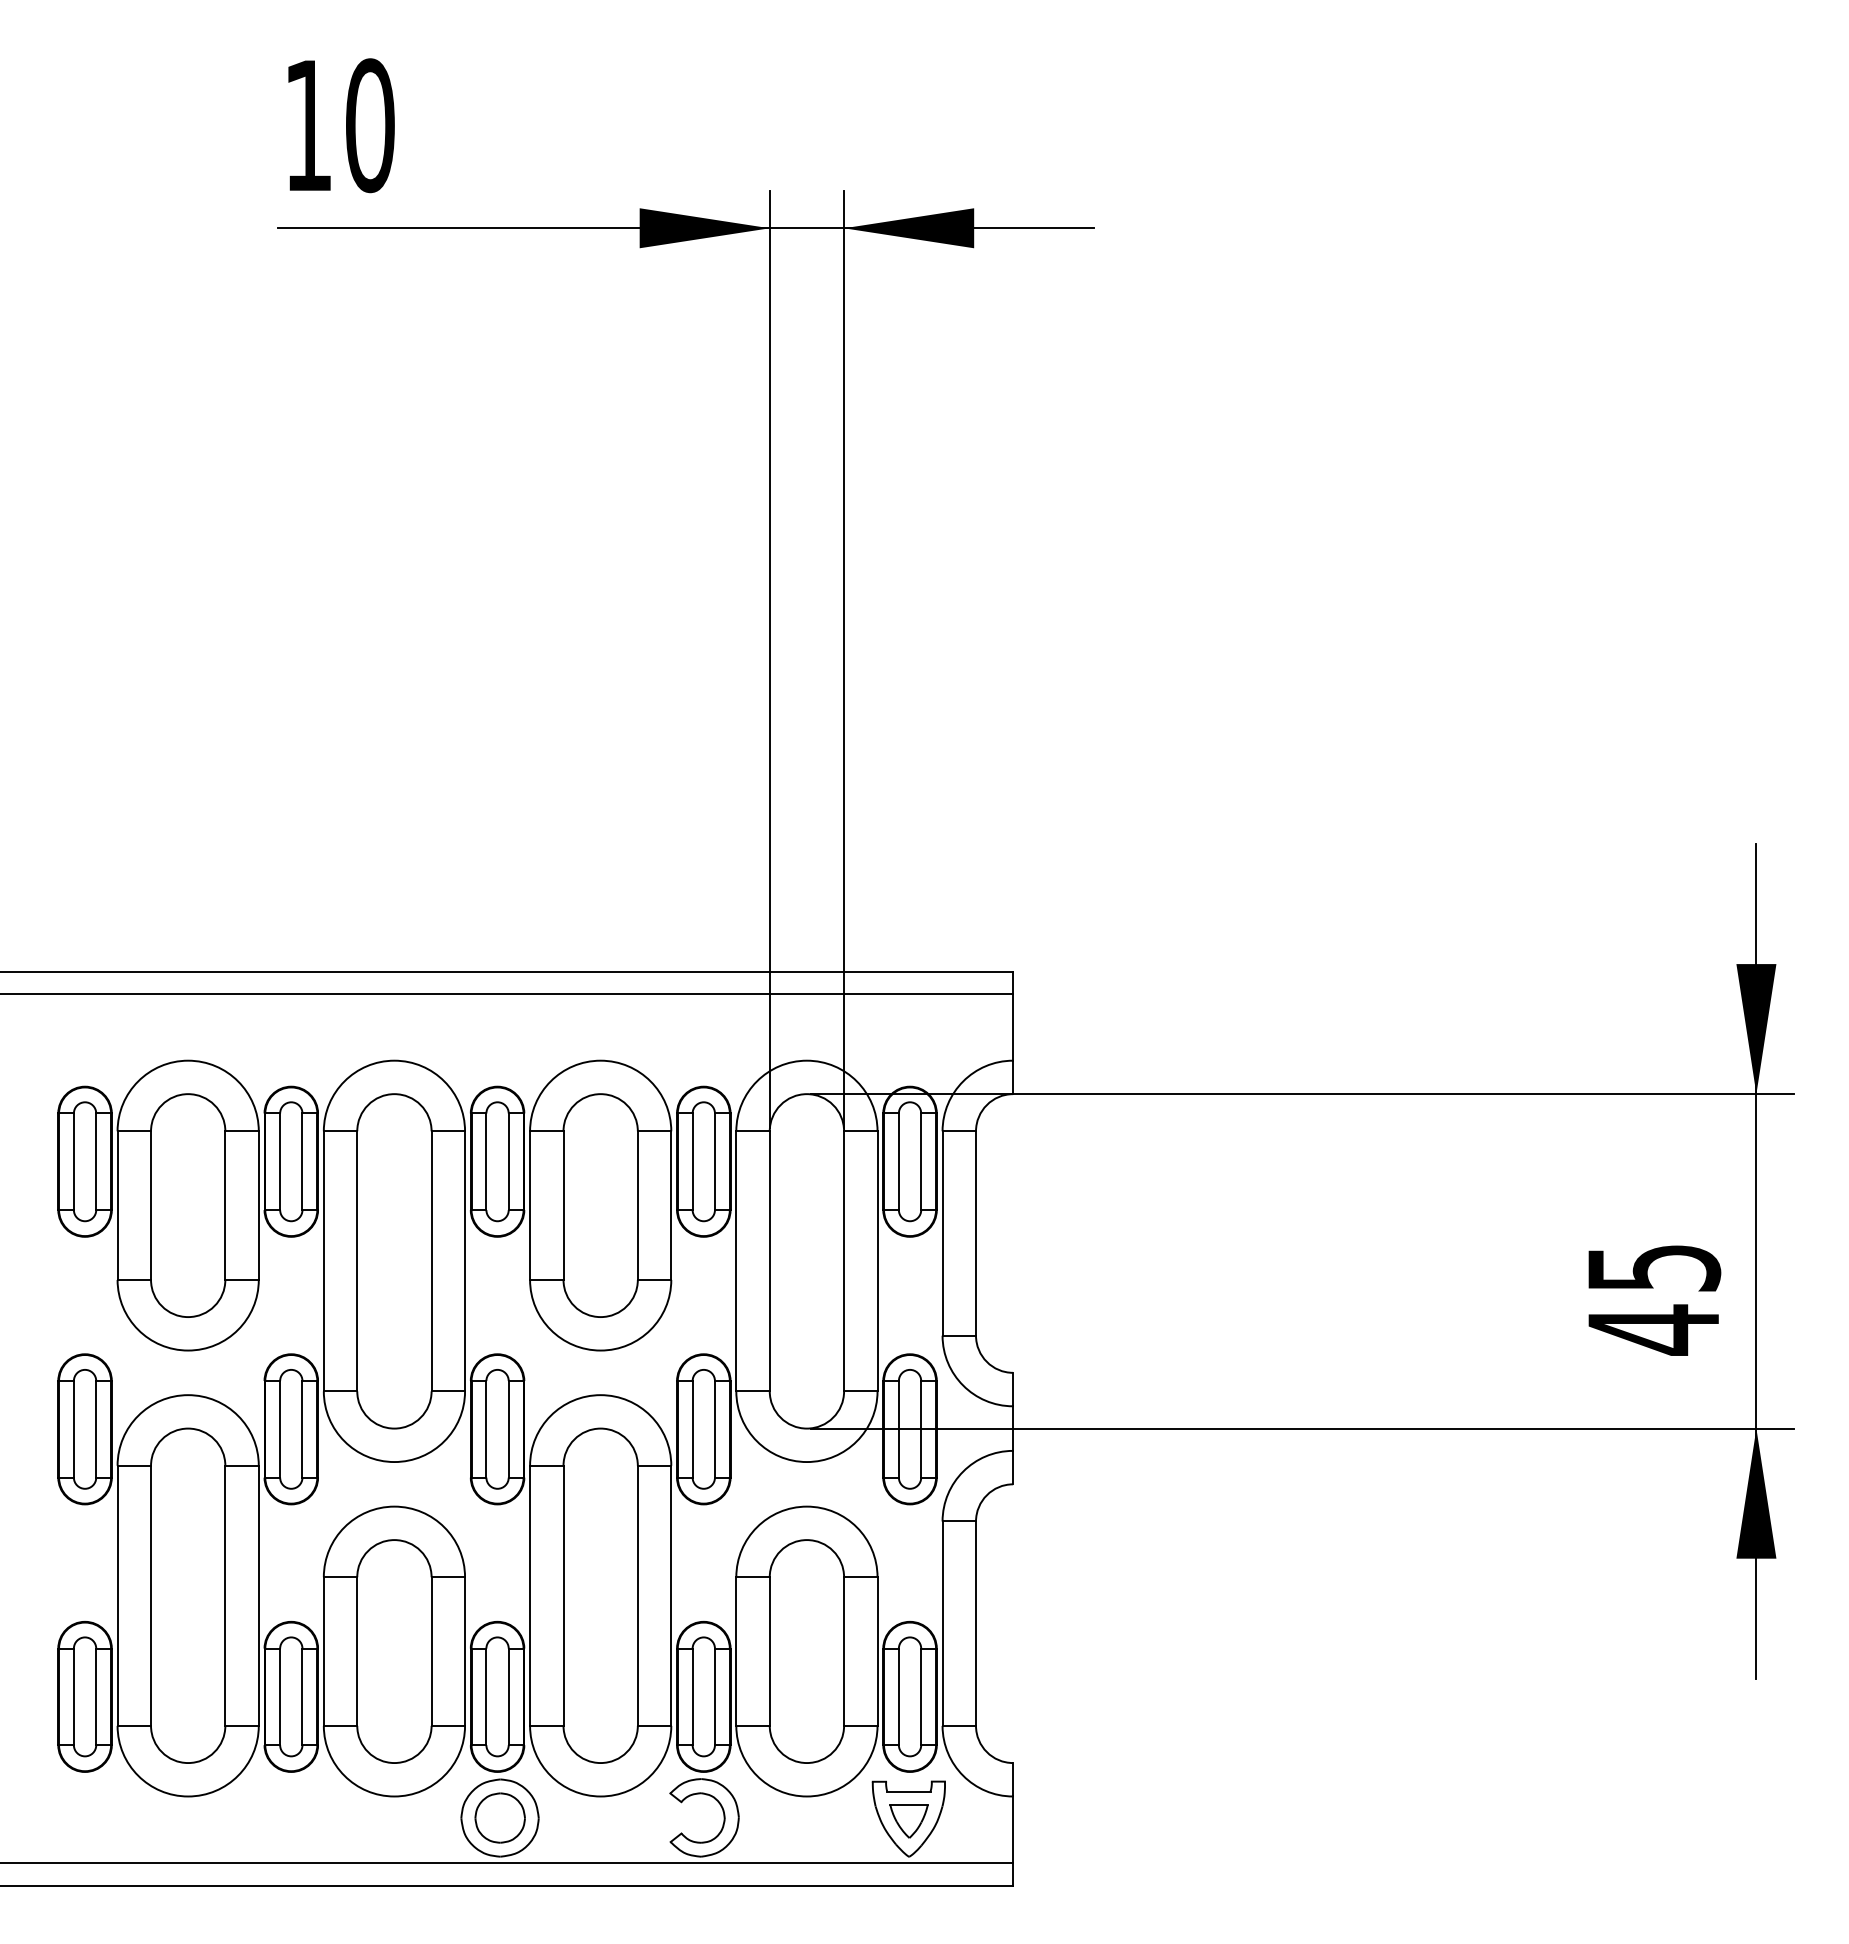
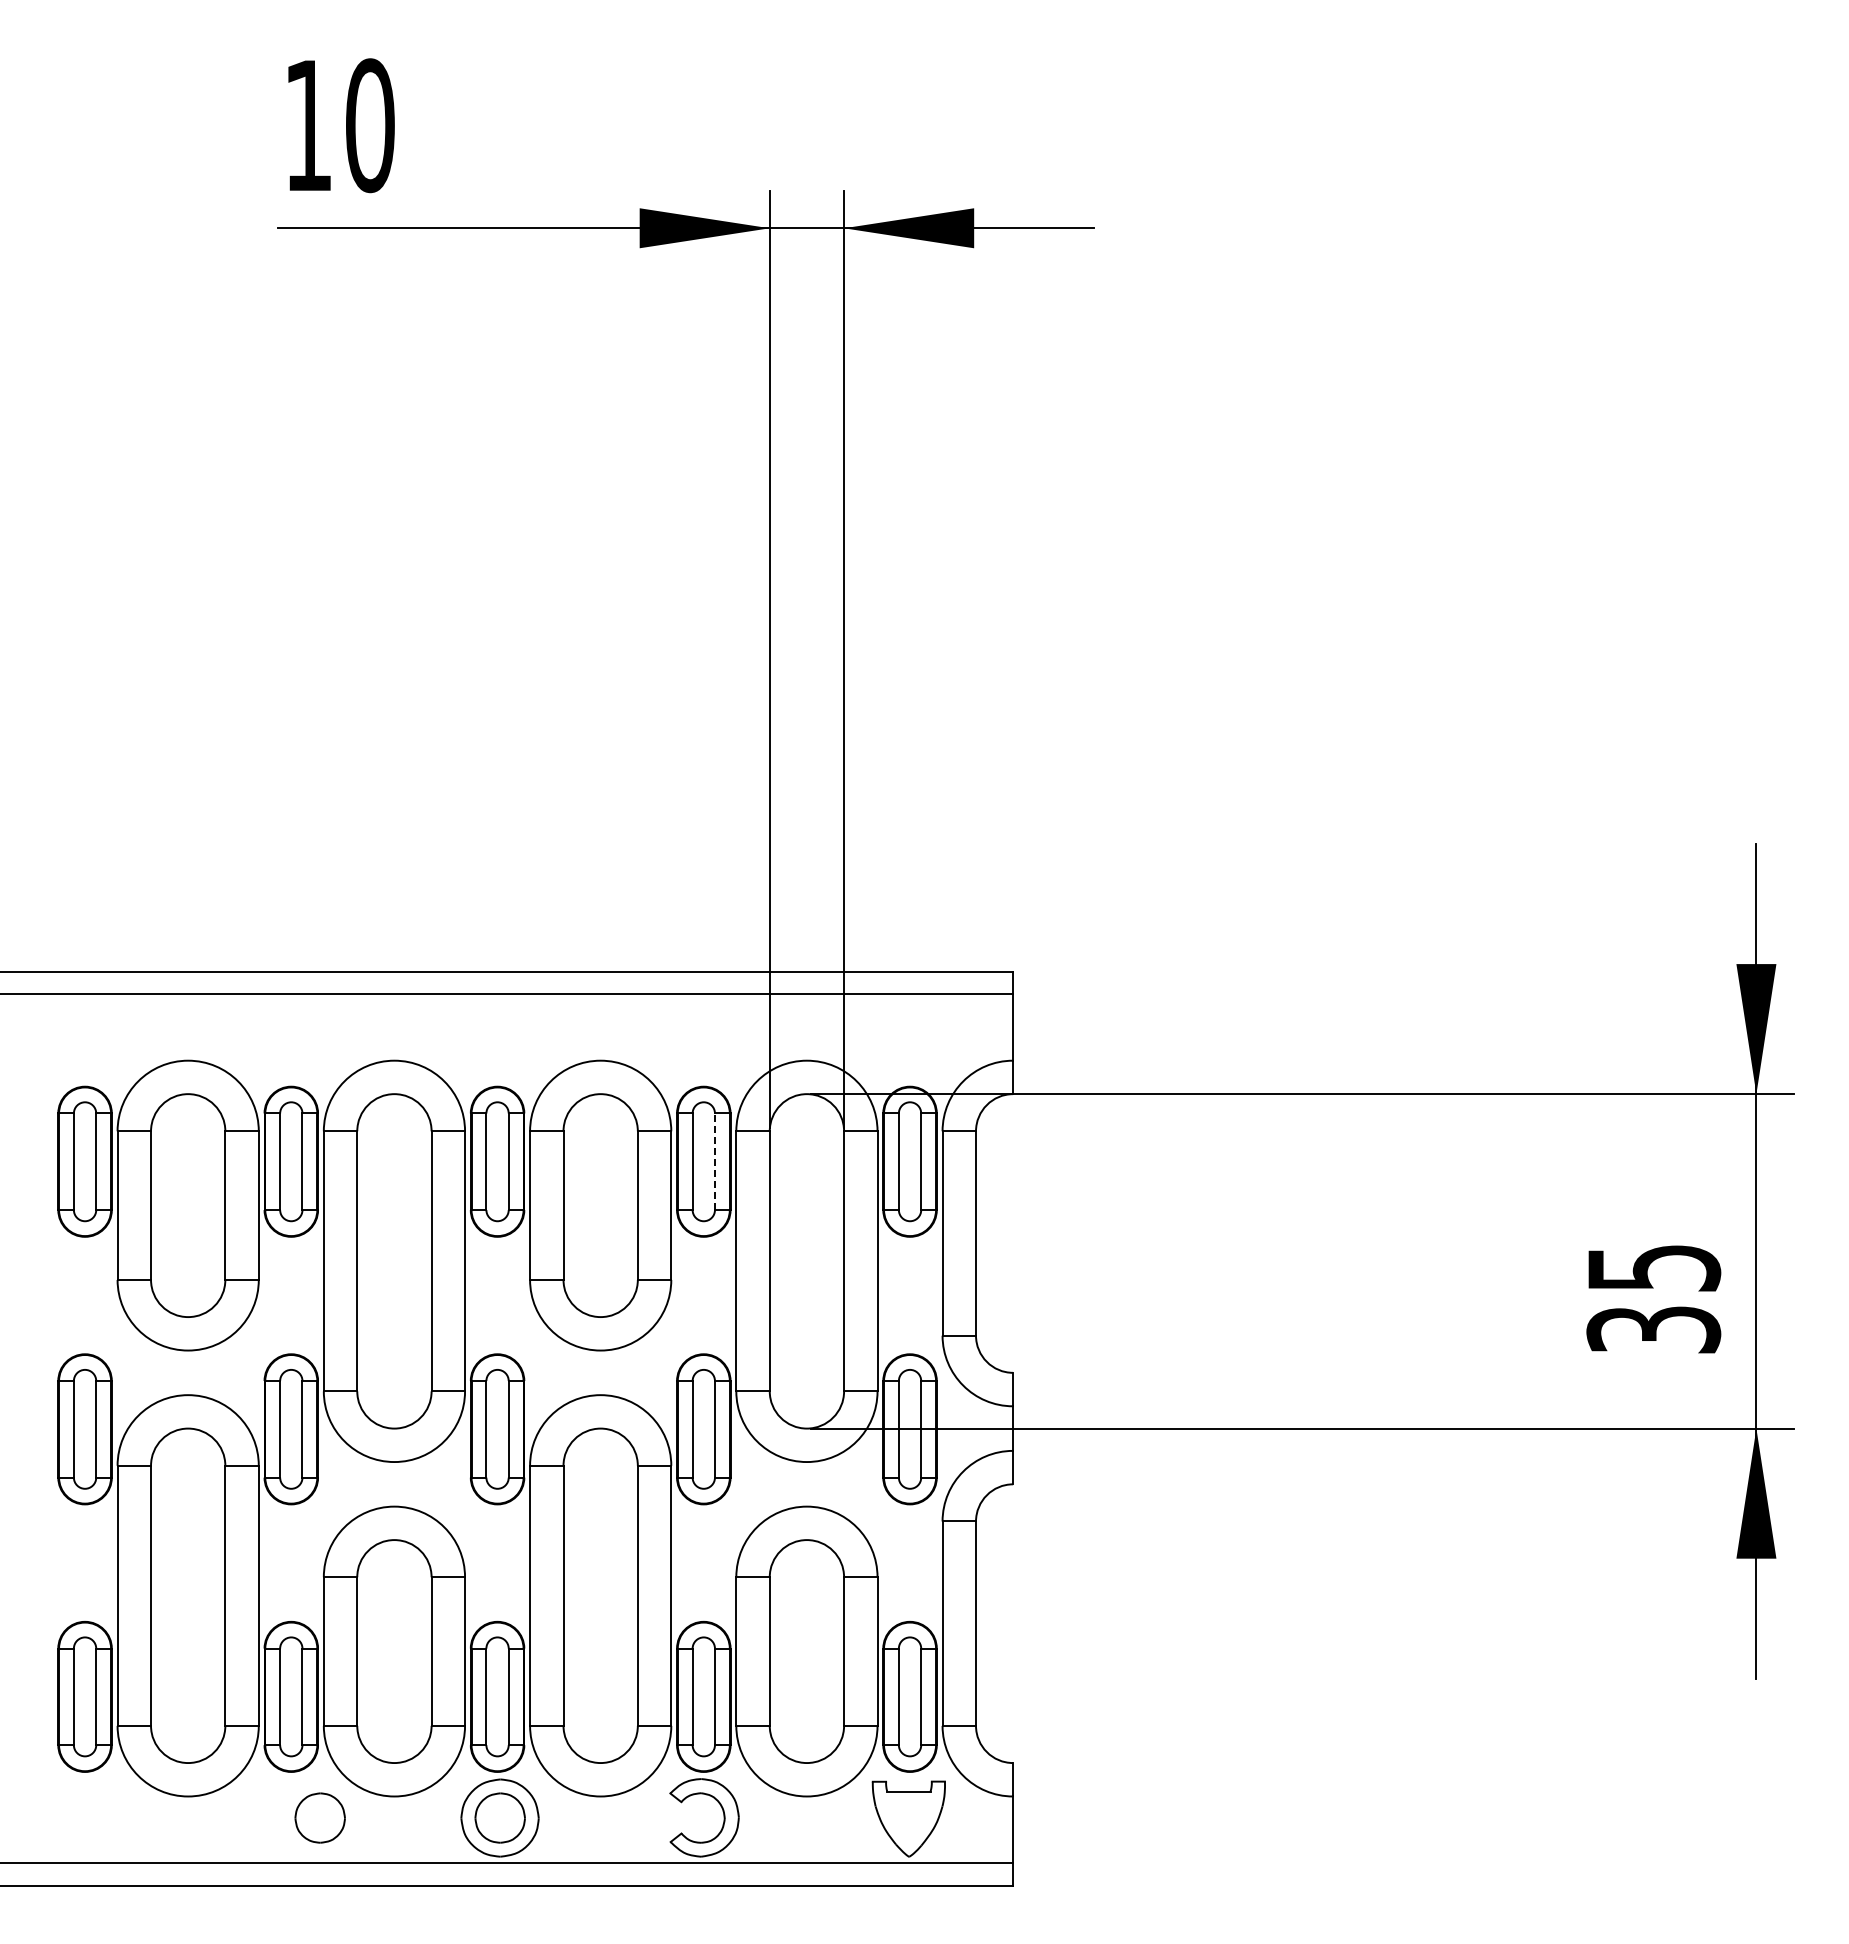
line at (714, 1161): solid -> dashed
text at (1653, 1329): 45 -> 35
part at (319, 1817): none -> present
part at (908, 1821): present -> none
